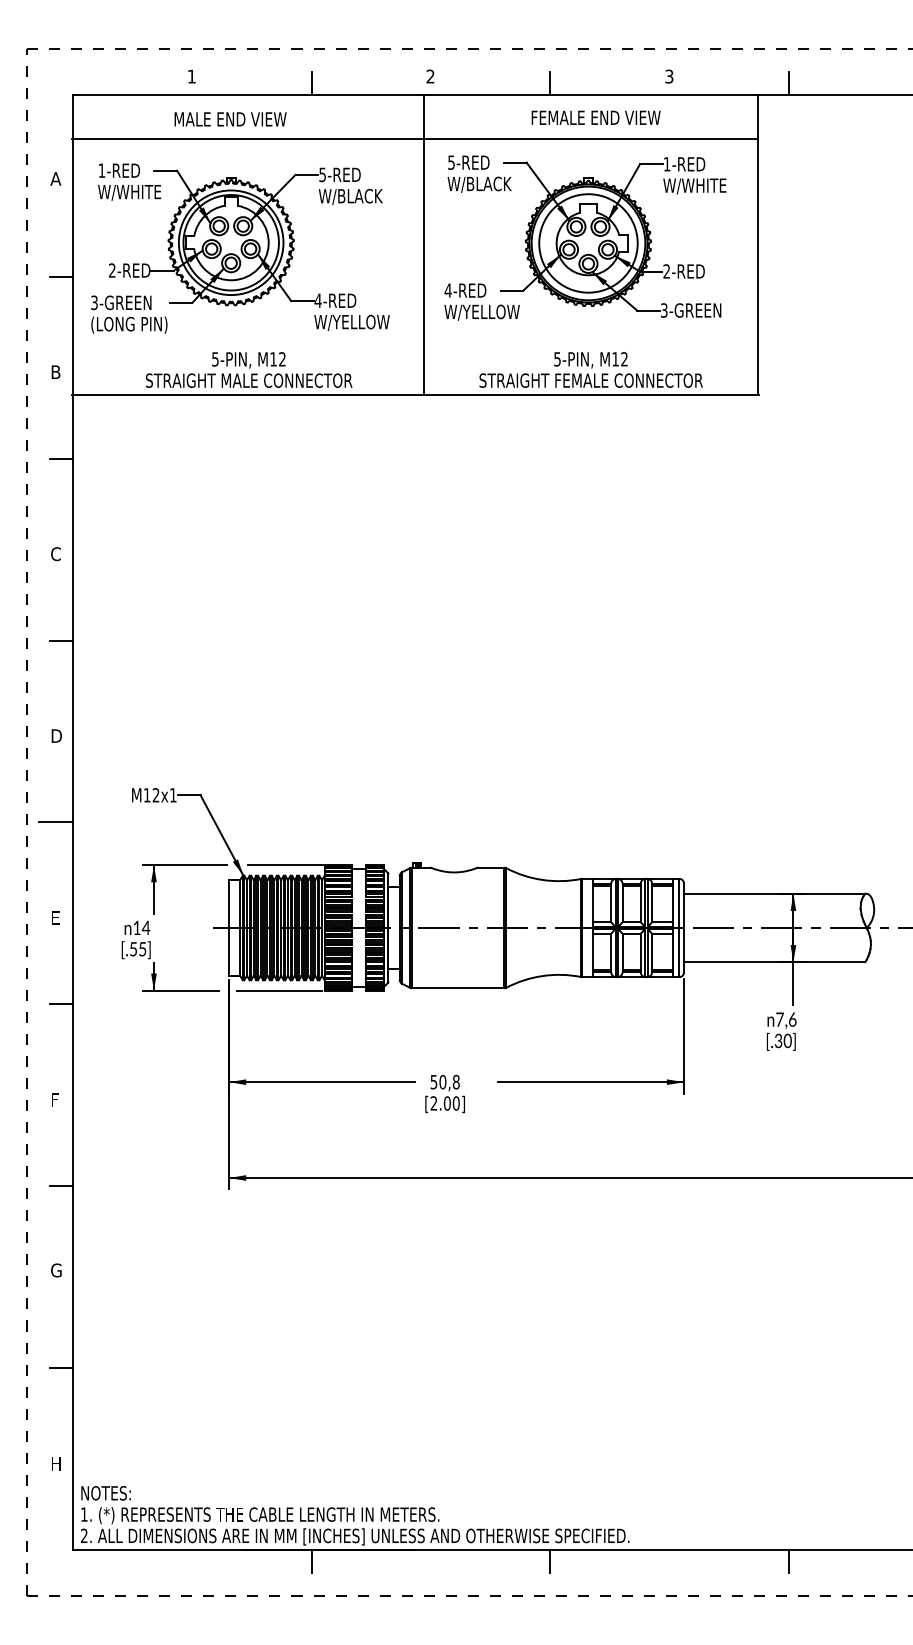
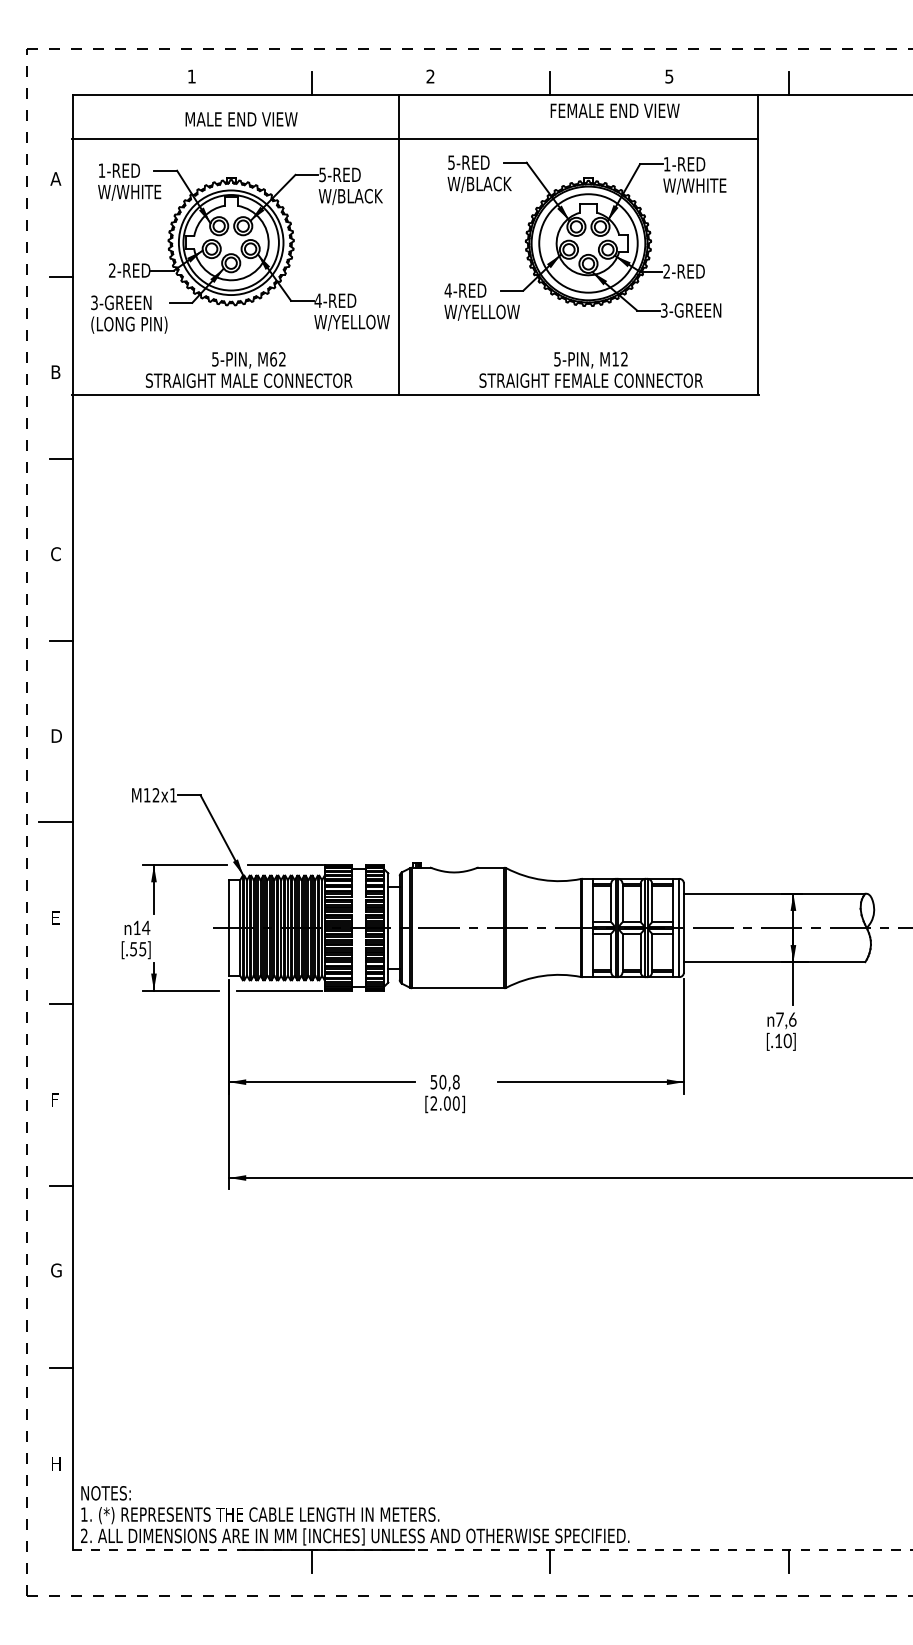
text at (669, 75): 3 -> 5
text at (595, 117) position: (595, 117) -> (614, 110)
text at (230, 119) position: (230, 119) -> (241, 119)
line at (424, 244) position: (424, 244) -> (399, 244)
text at (273, 359): M12 -> M62
text at (778, 1040): [.30] -> [.10]
line at (492, 1550): solid -> dashed
